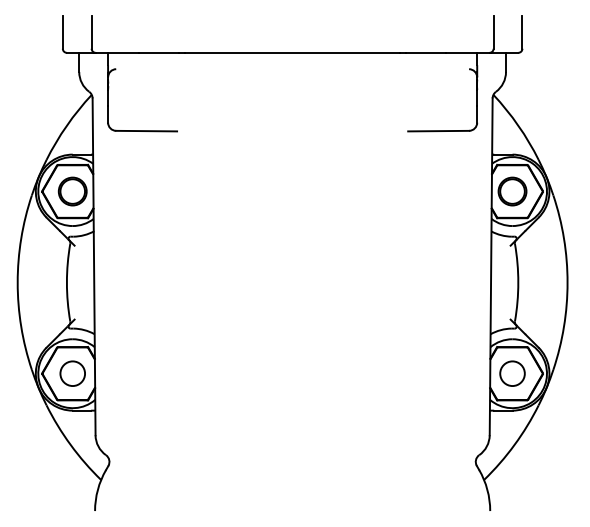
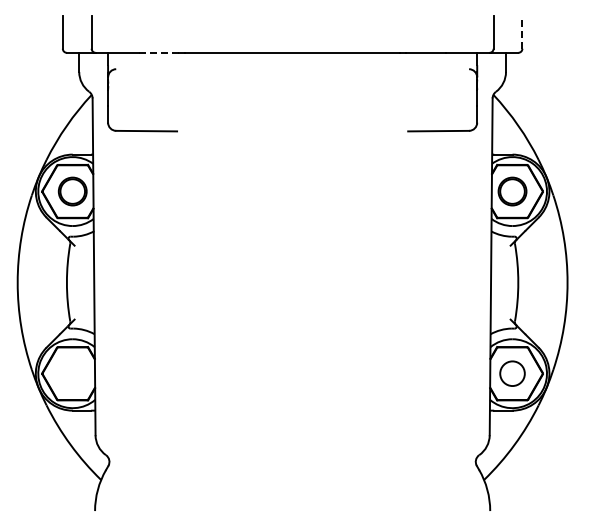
line at (522, 31): solid -> dashed
line at (158, 52): solid -> dashed
circle at (72, 373): present -> none
